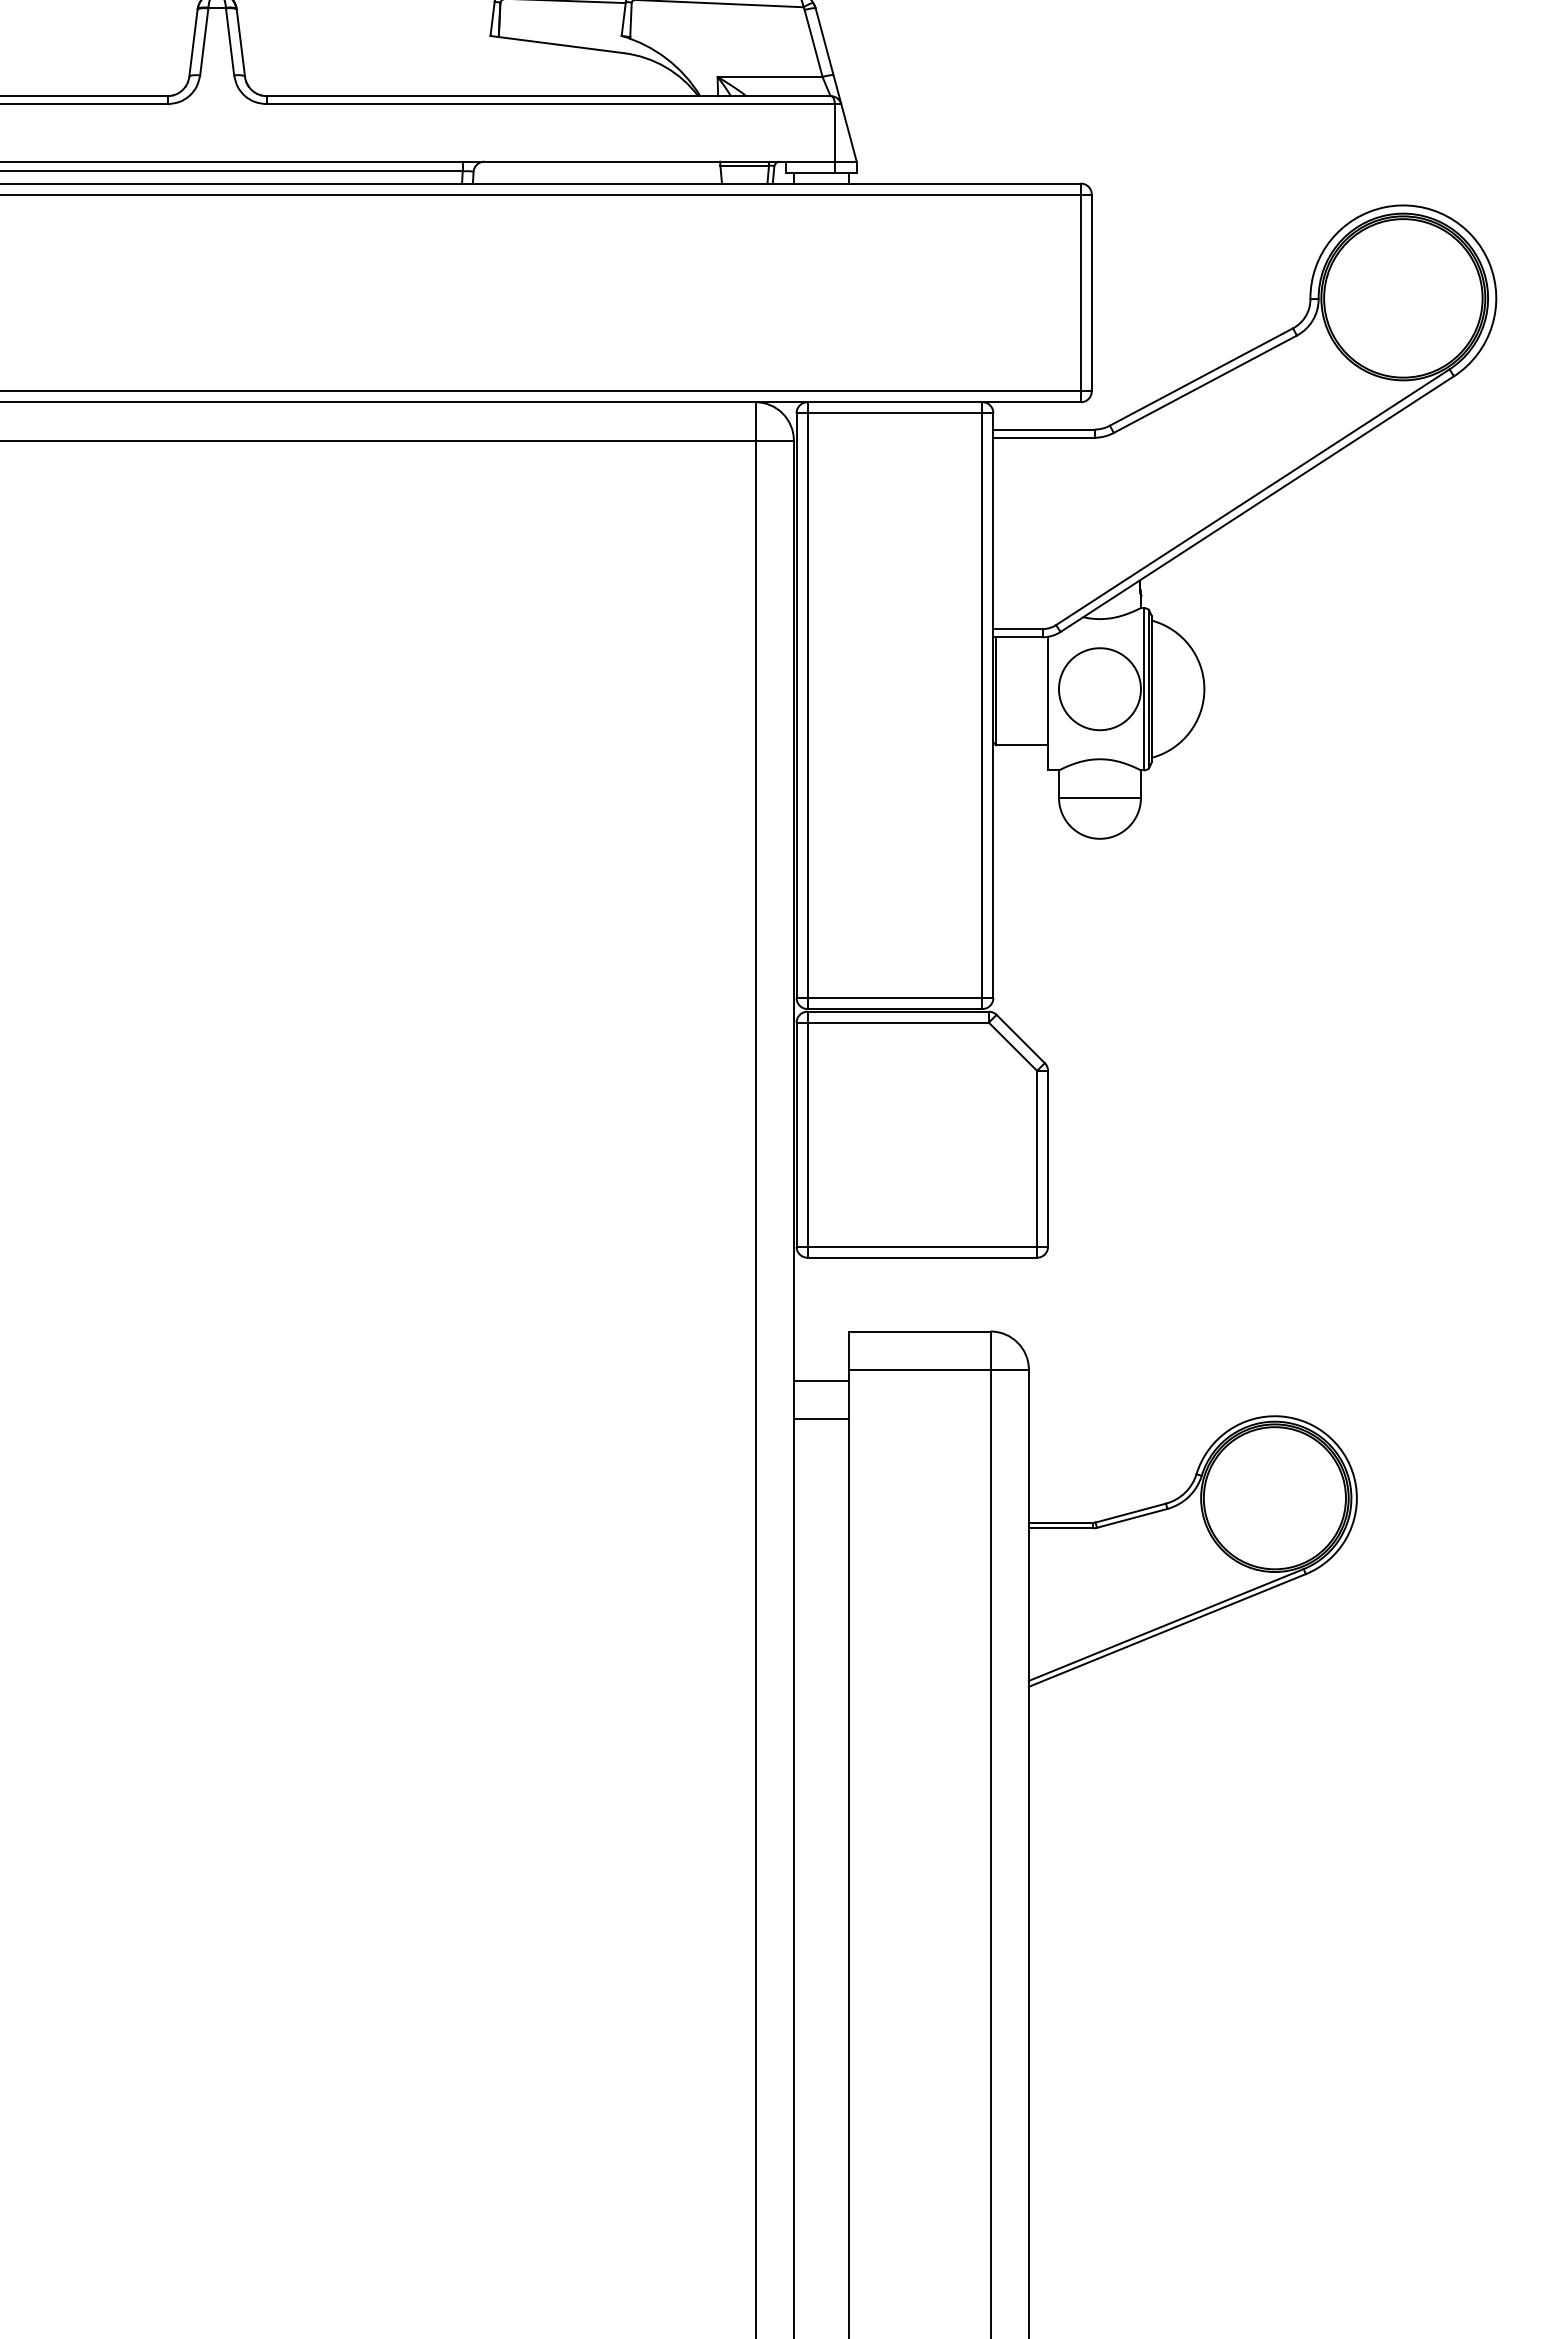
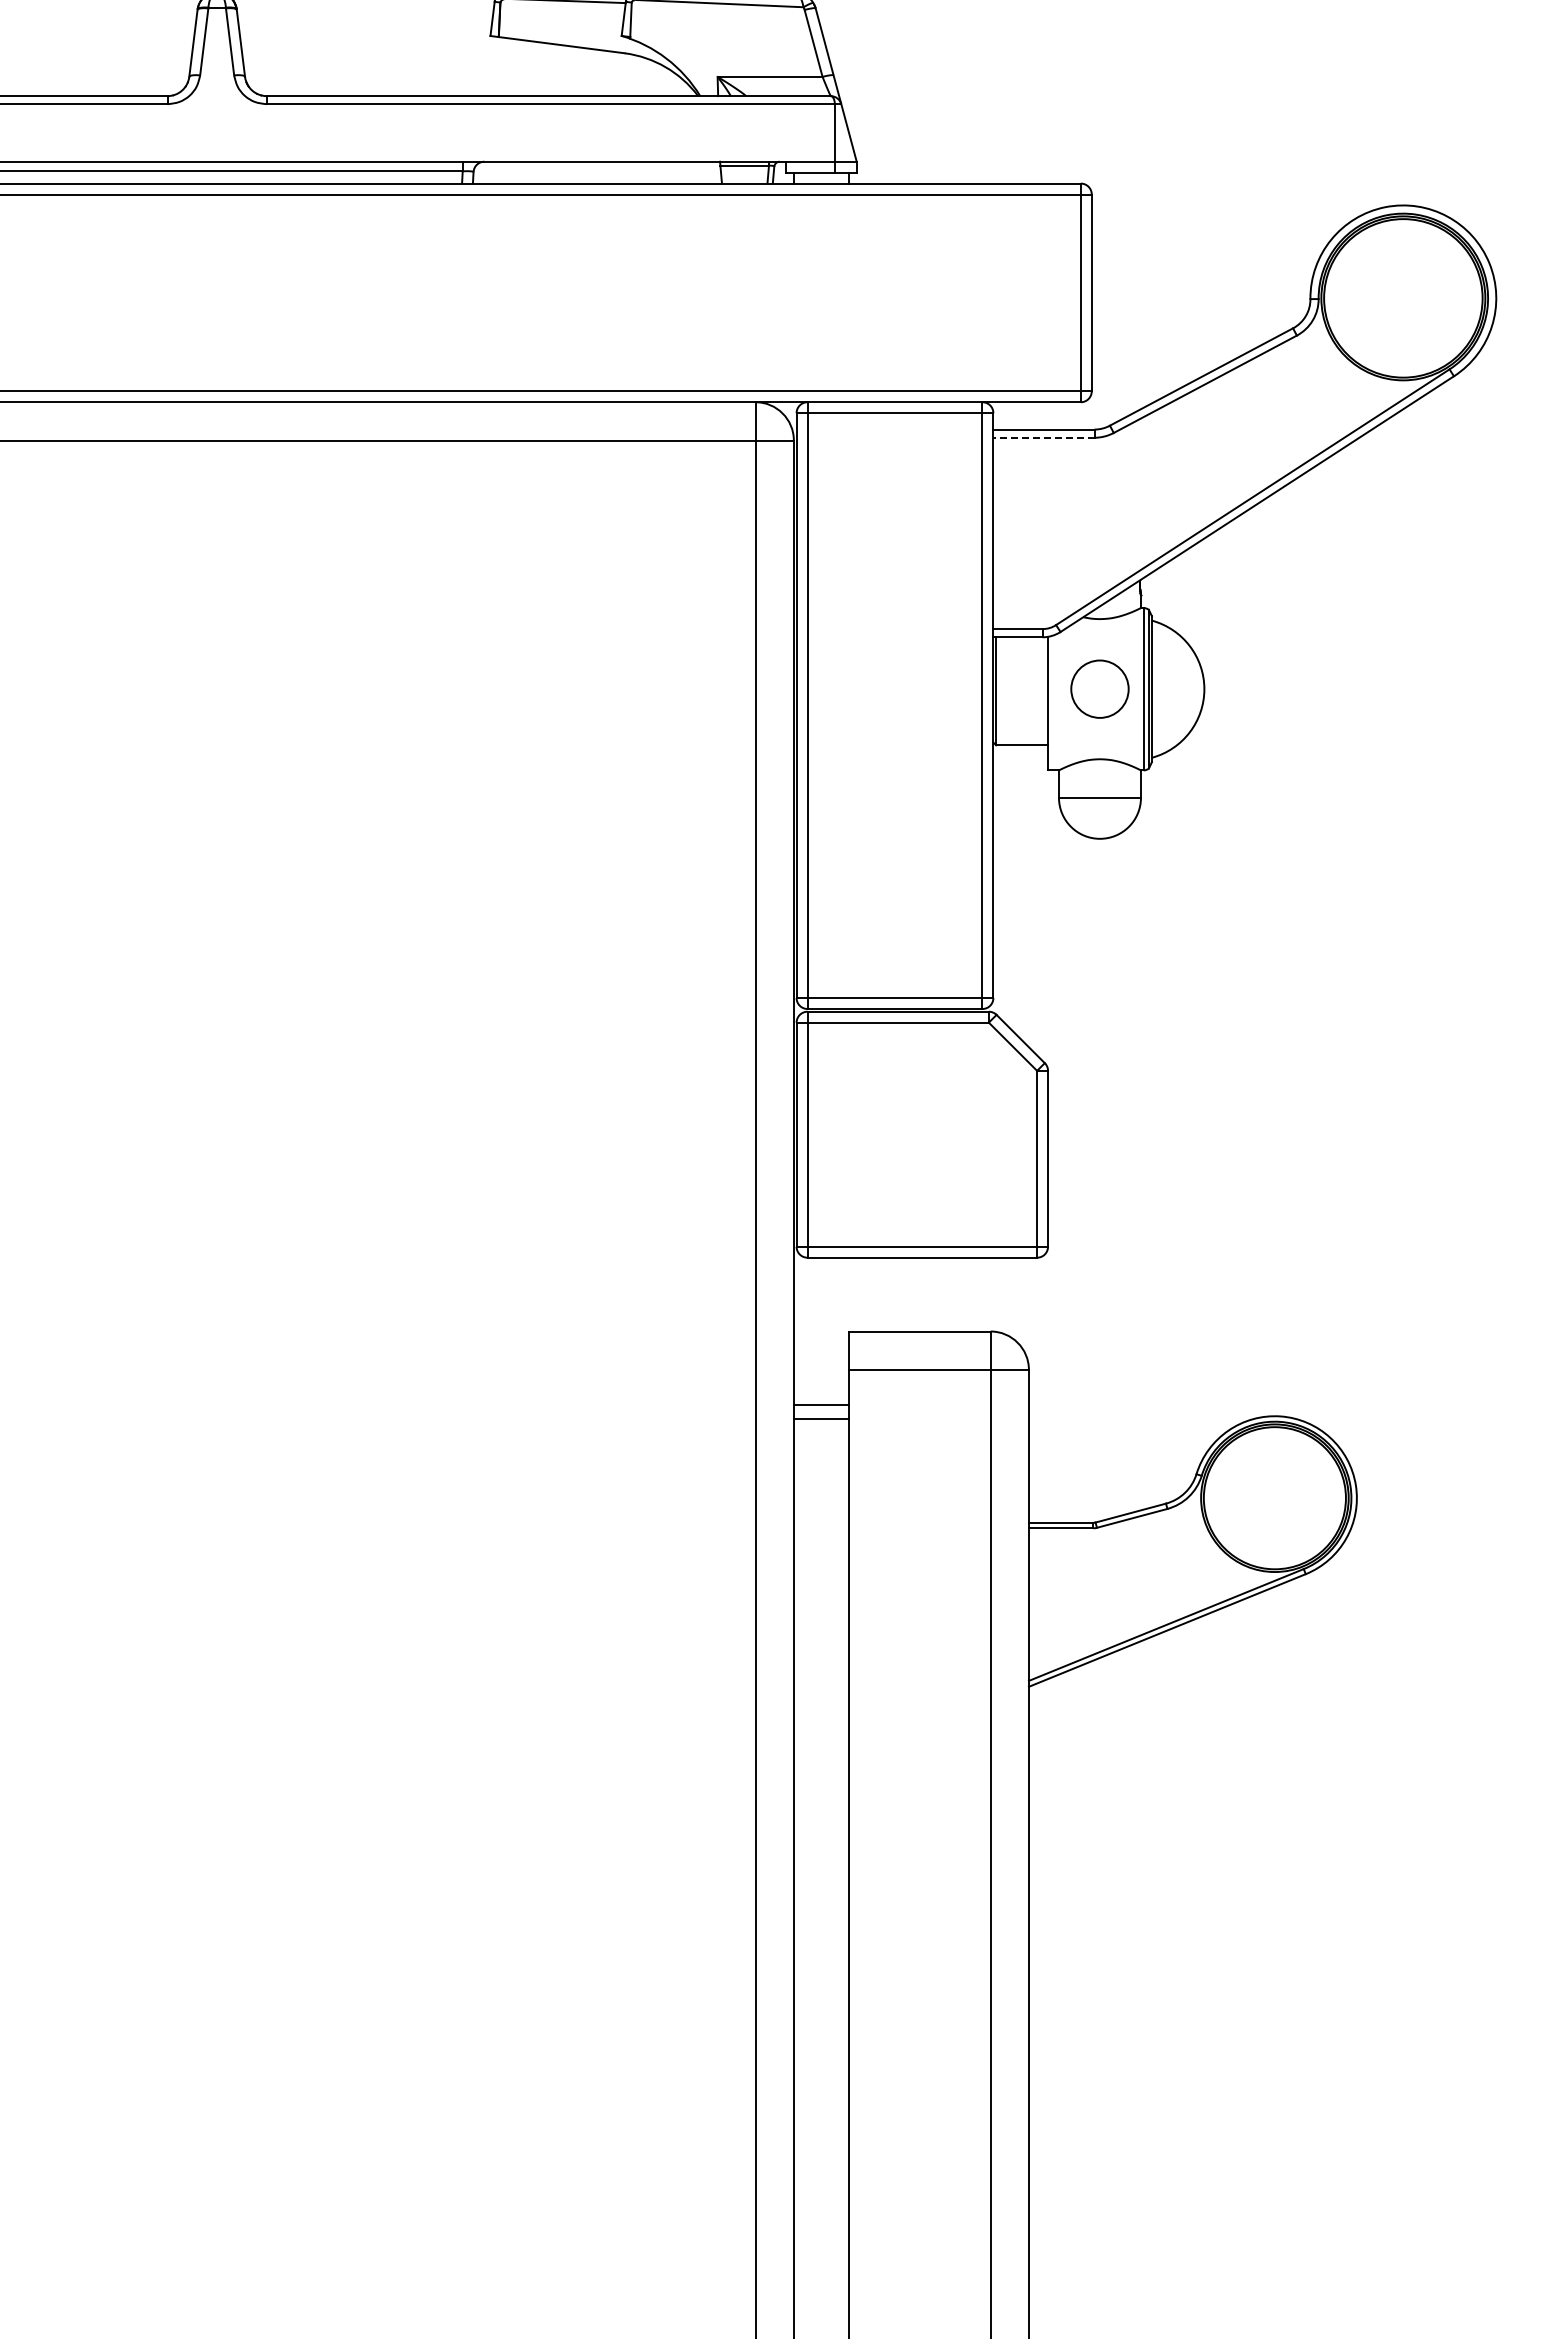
line at (1043, 437): solid -> dashed
circle at (1099, 689) diameter: 82 px -> 57 px
line at (820, 1380) position: (820, 1380) -> (820, 1404)
